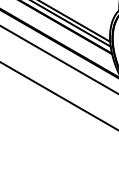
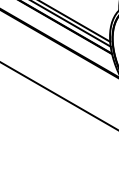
line at (58, 59): present -> none
